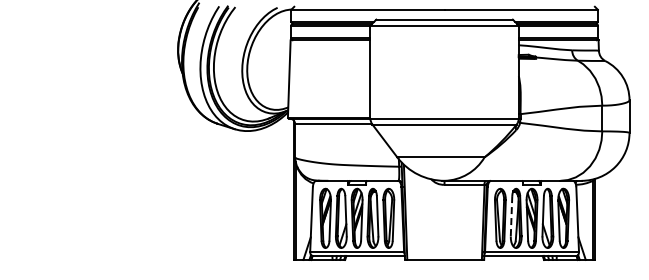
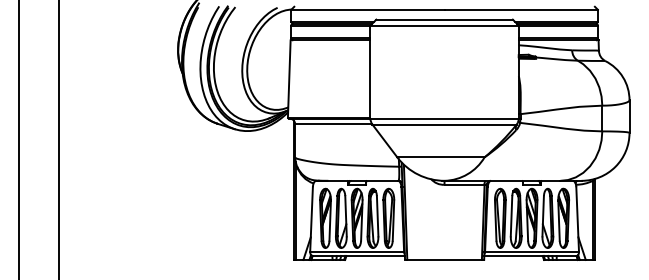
line at (19, 139): none -> present
line at (59, 139): none -> present
line at (511, 216): dashed -> solid
